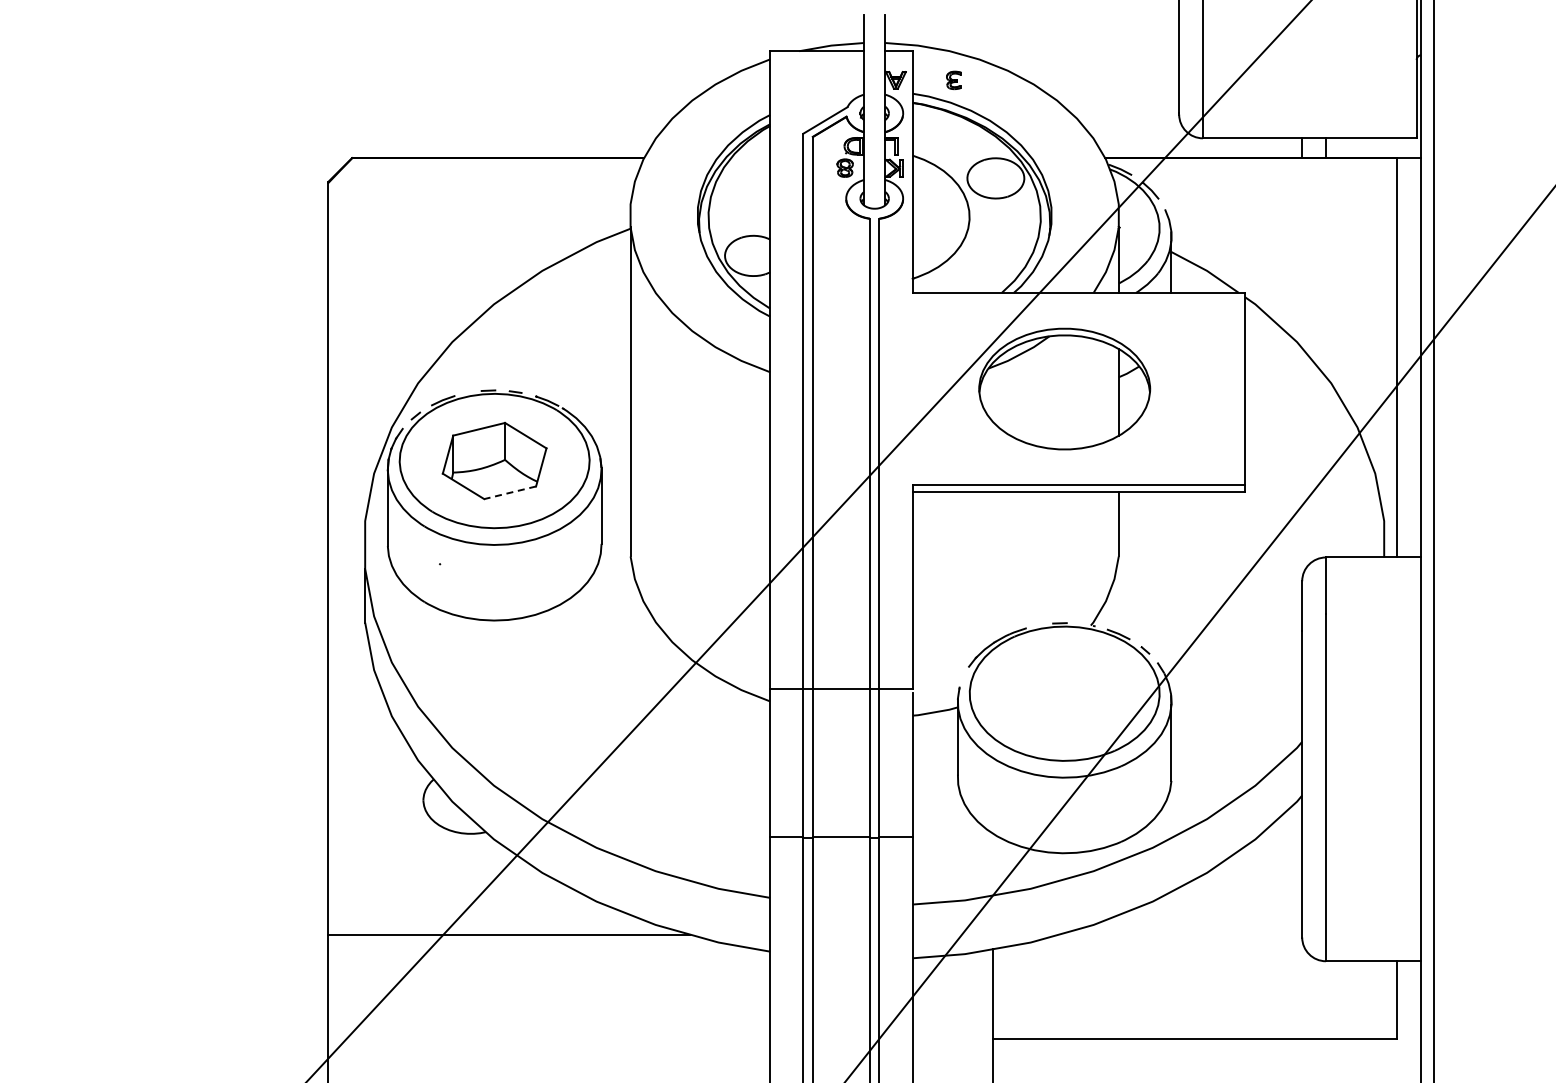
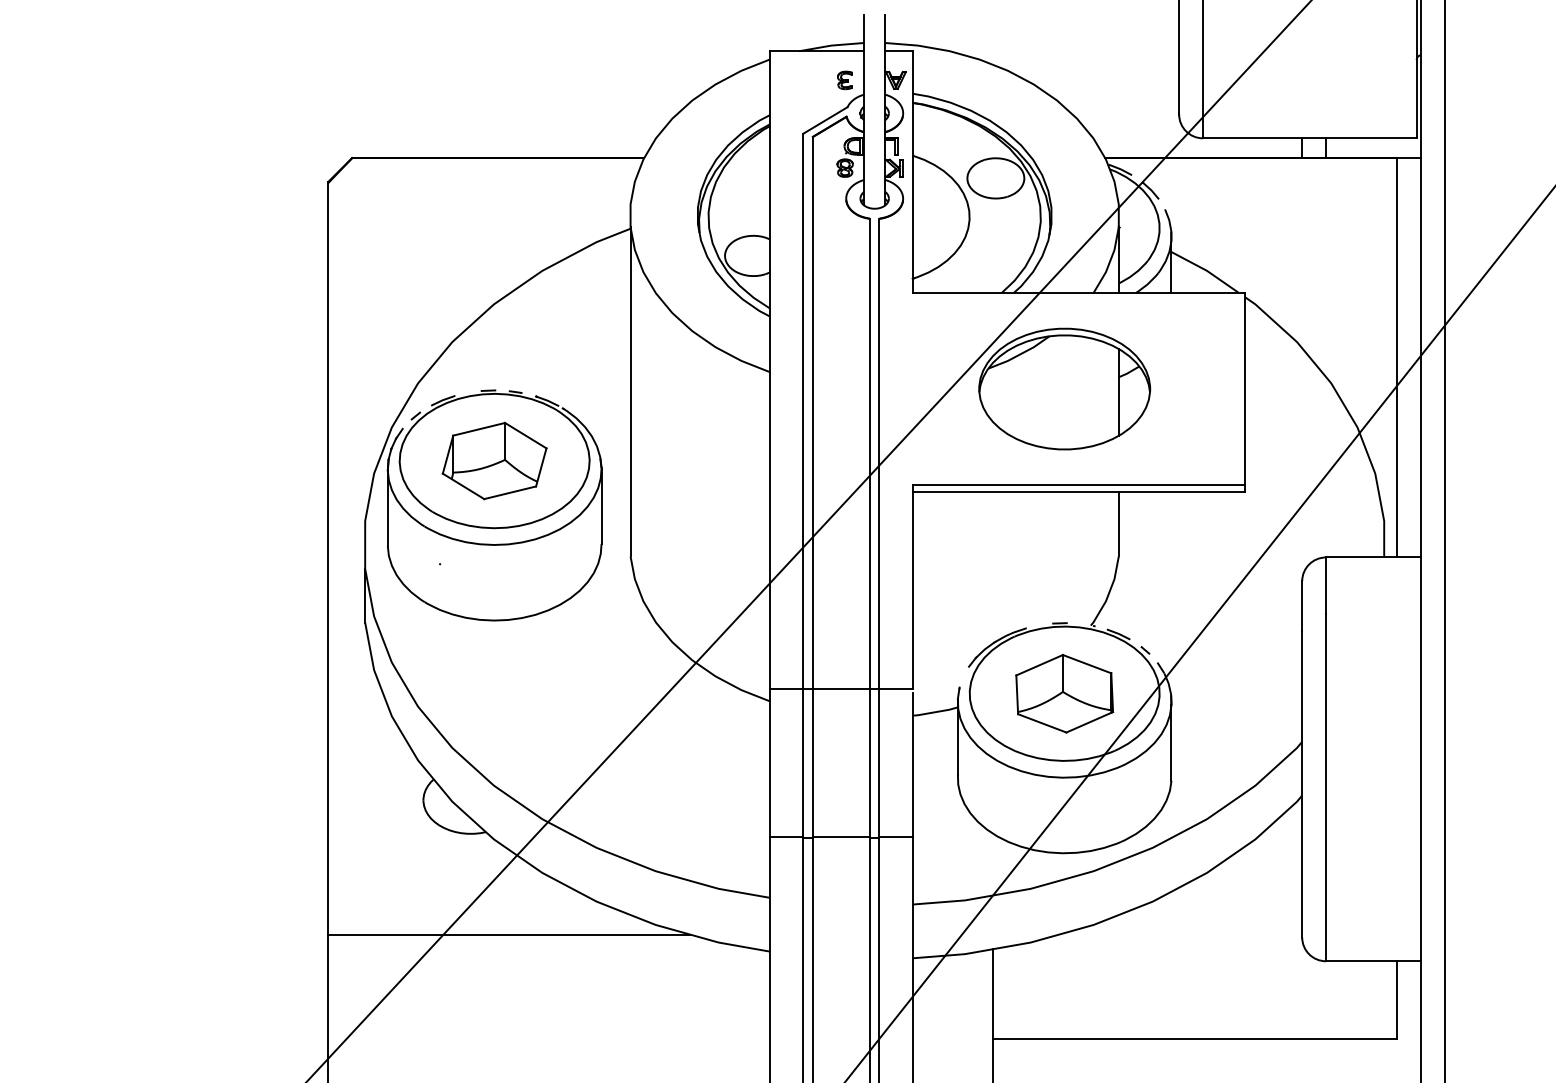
part at (953, 80) position: (953, 80) -> (844, 80)
line at (510, 492): dashed -> solid
line at (1433, 540) position: (1433, 540) -> (1444, 540)
part at (1064, 693): none -> present
